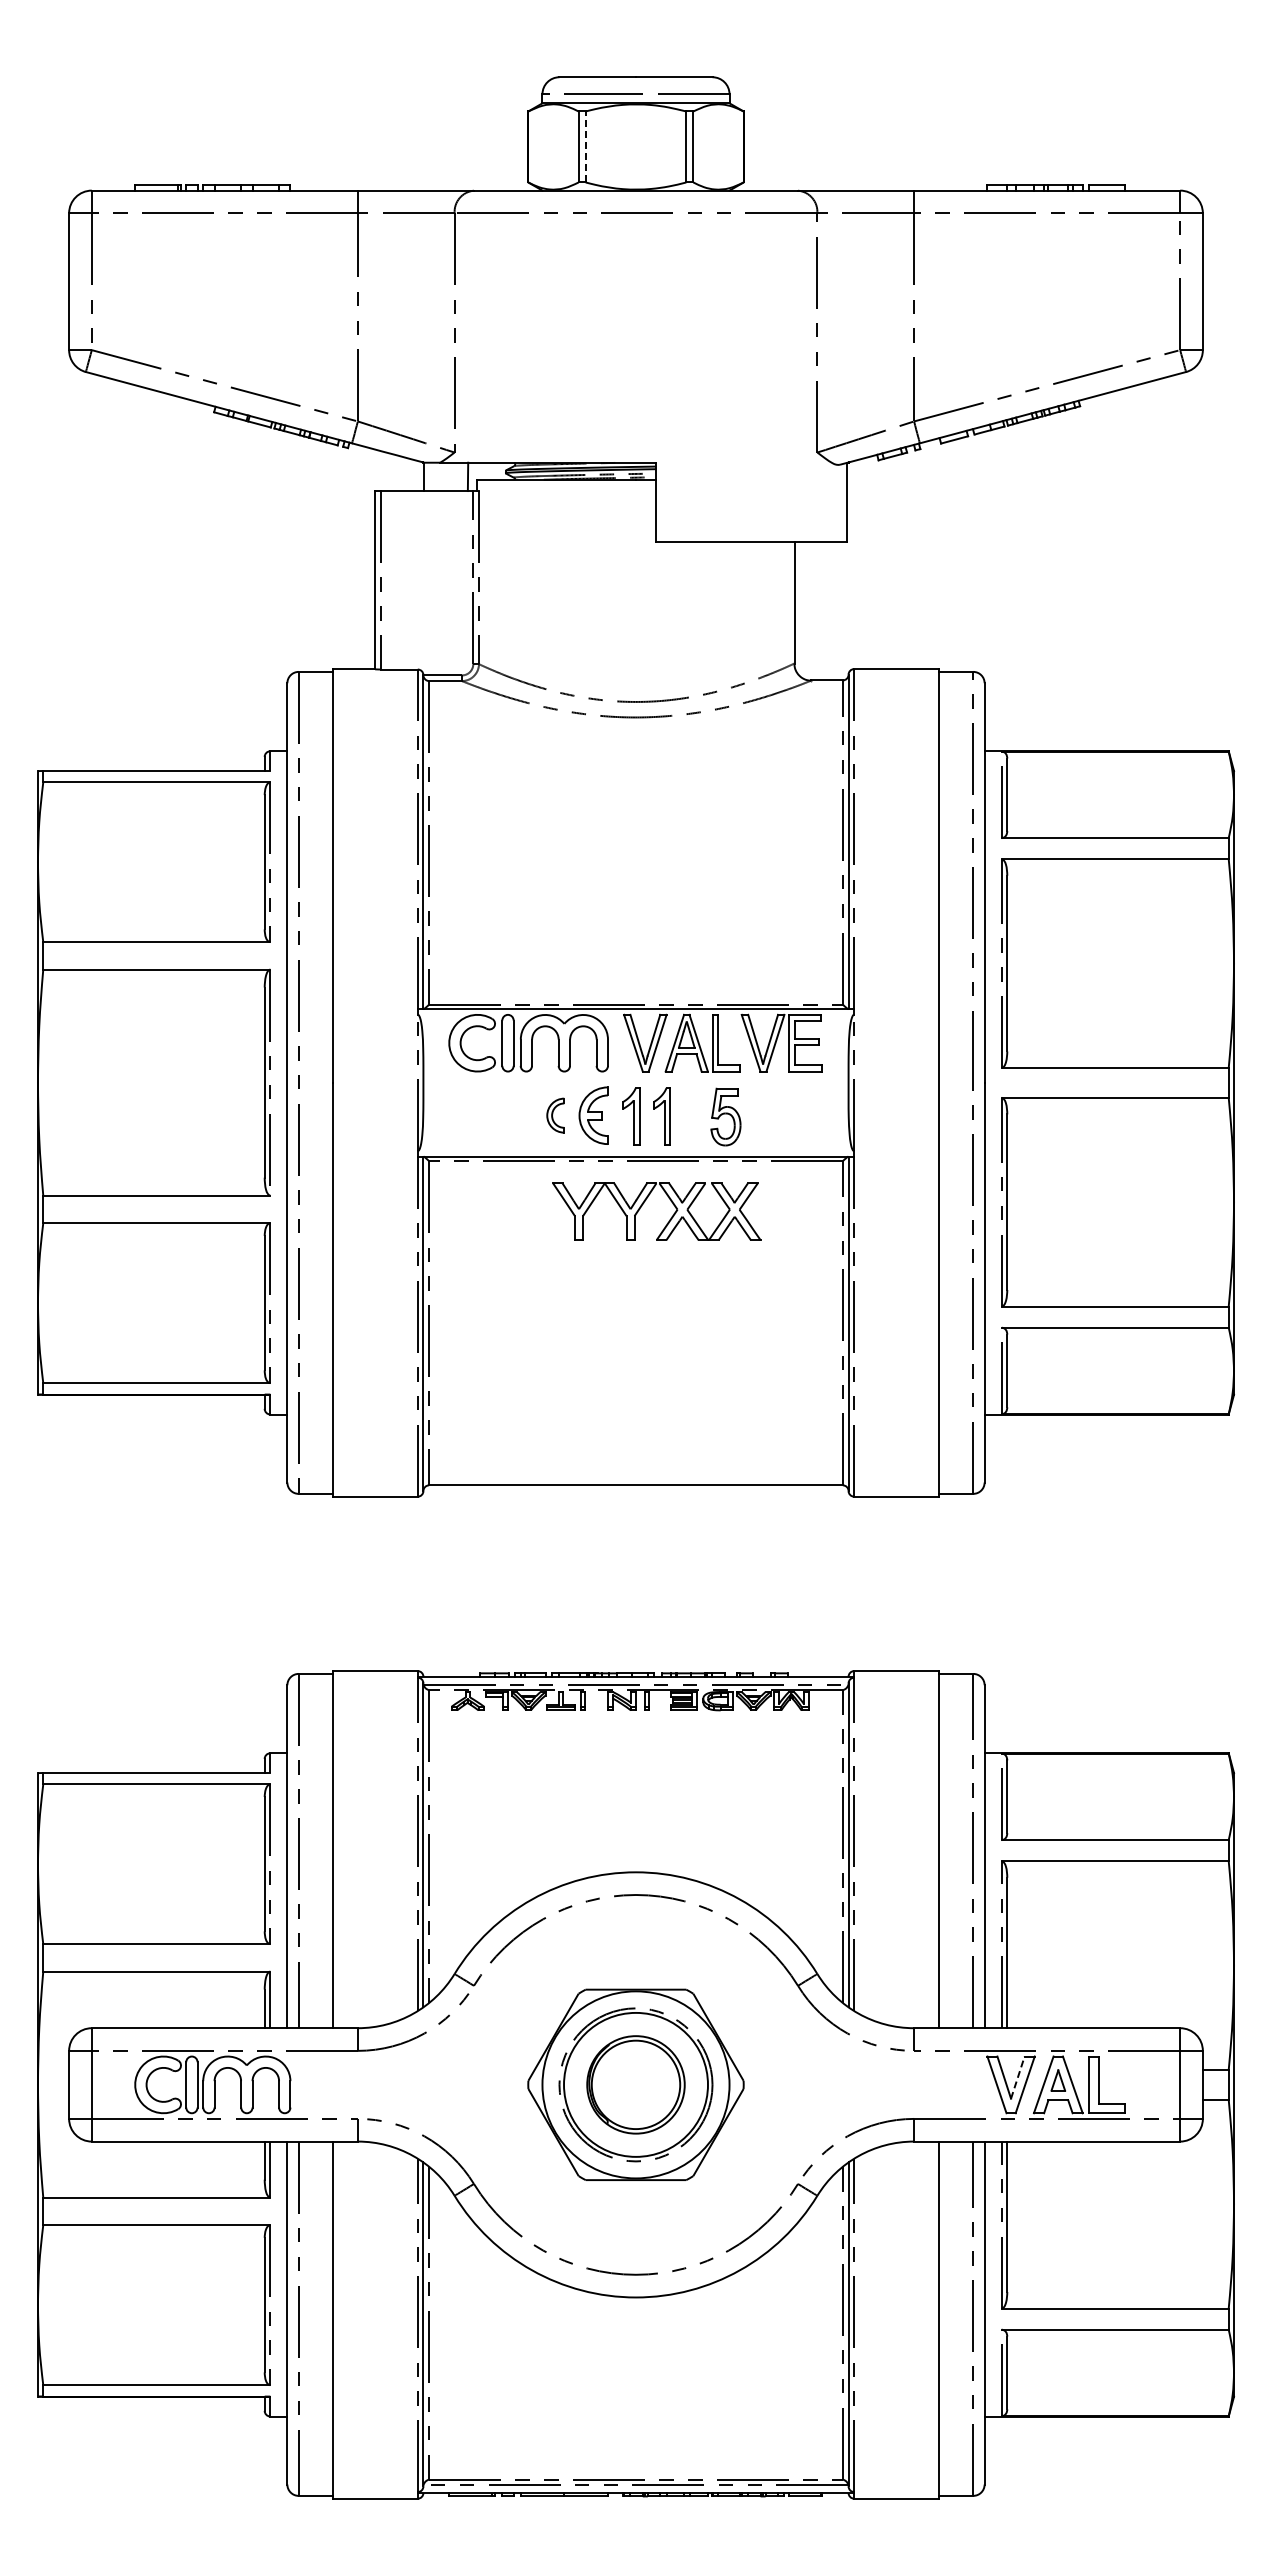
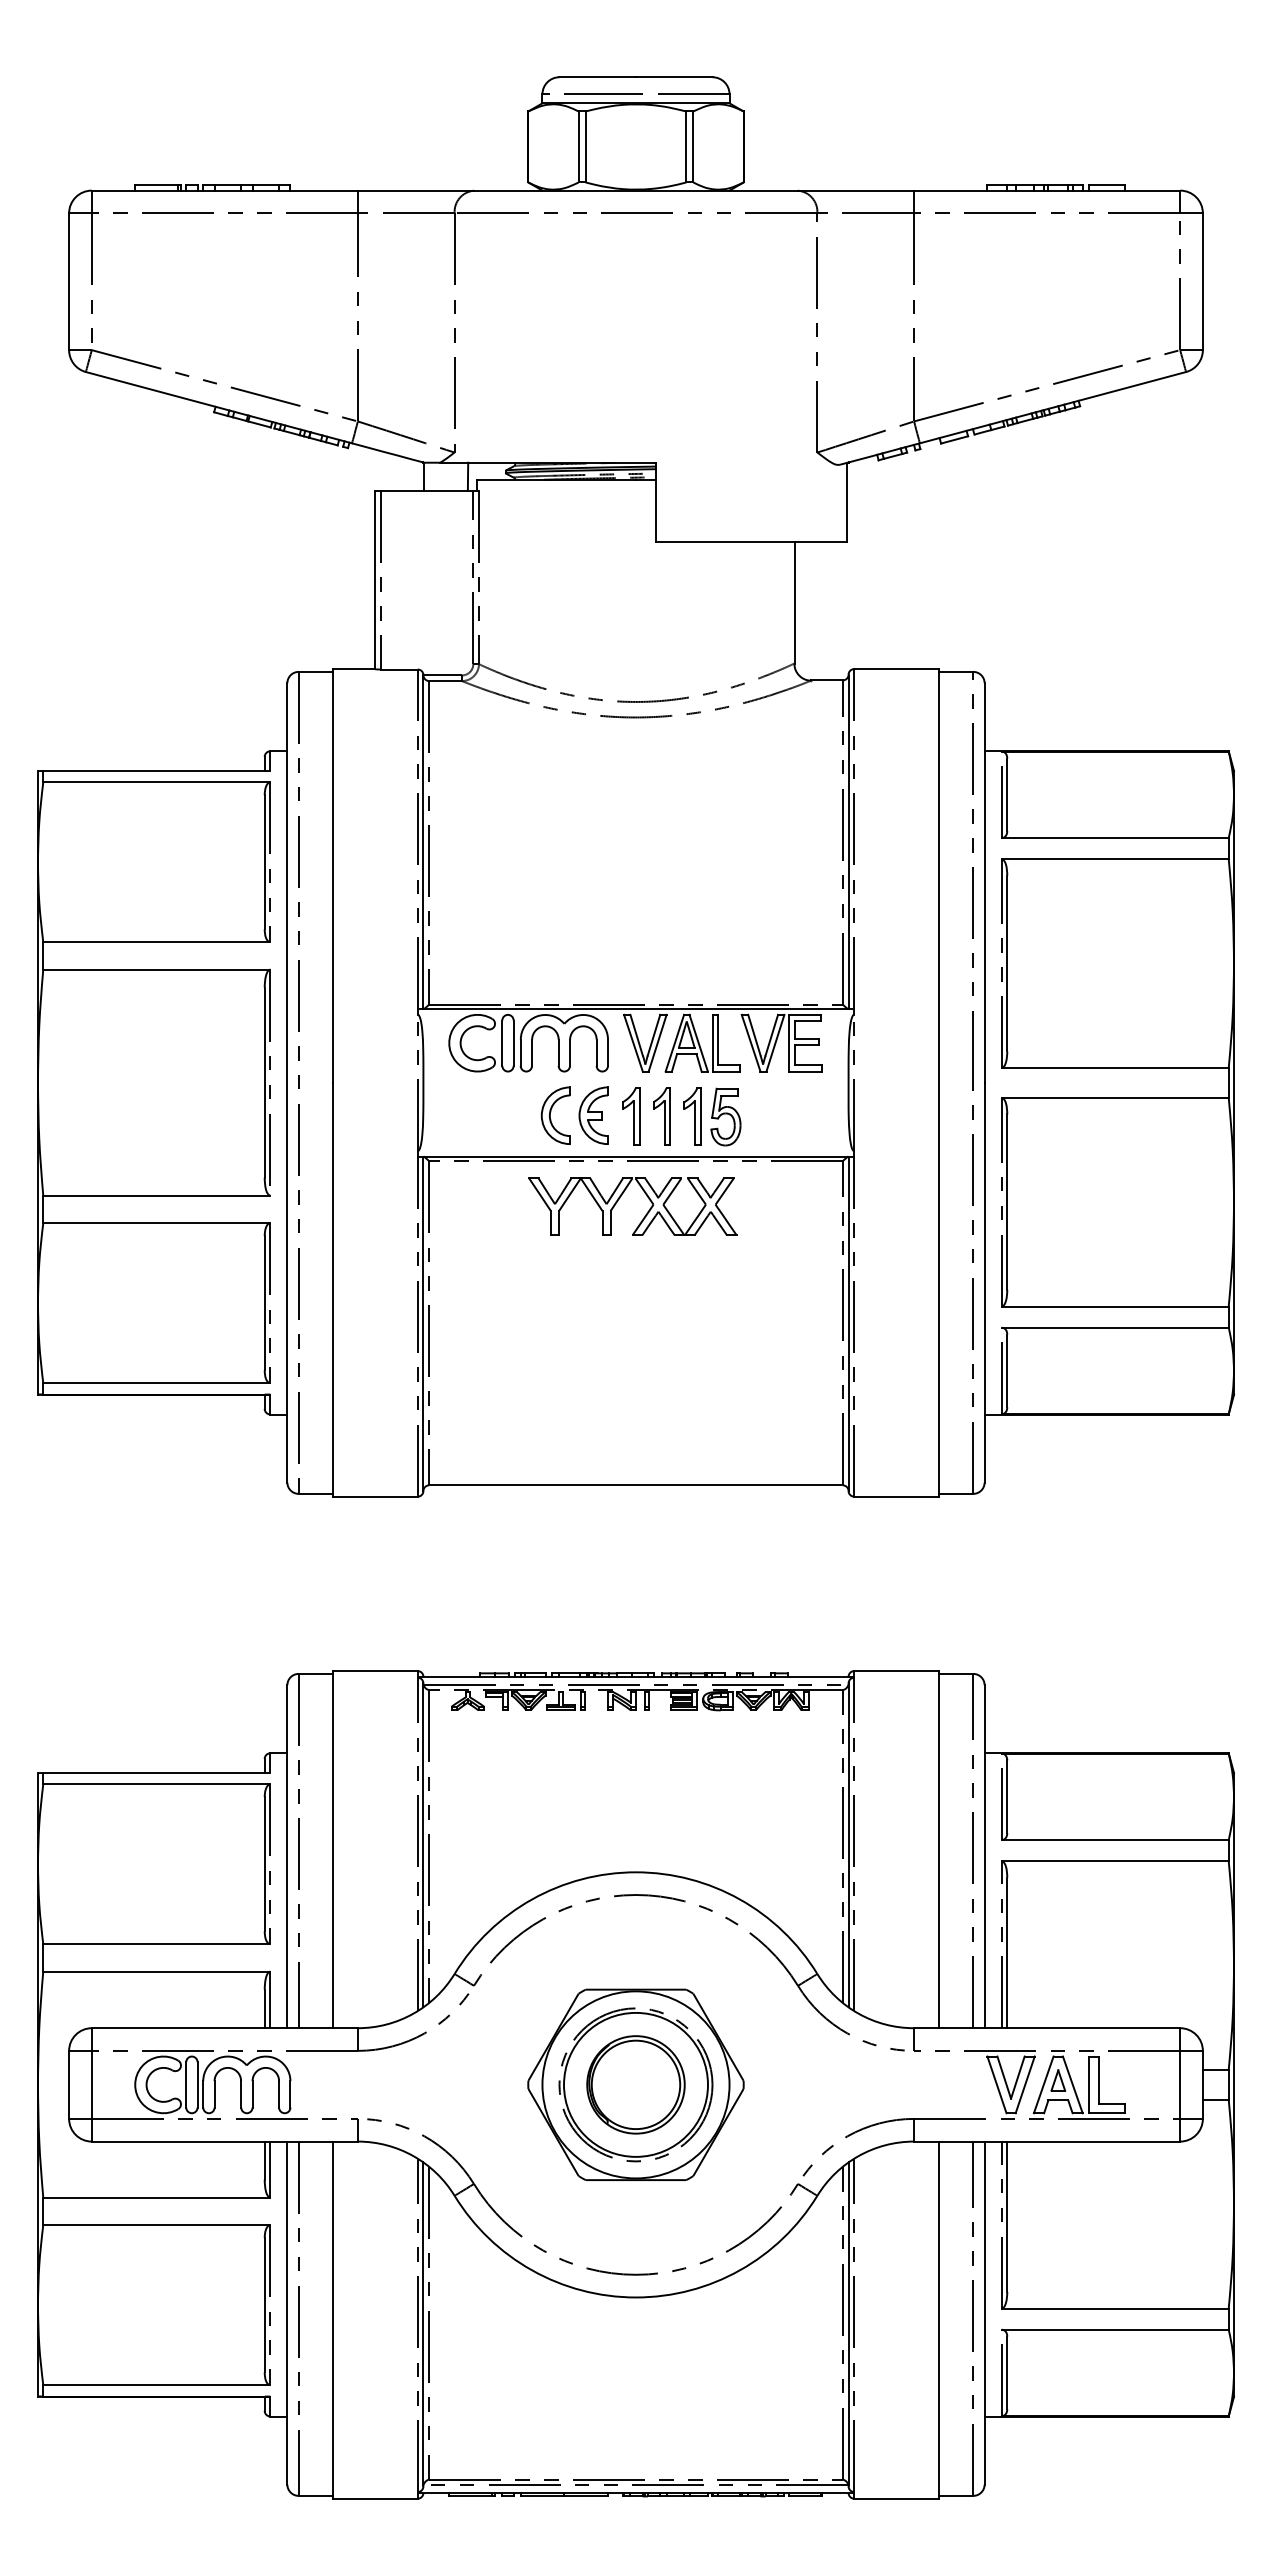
line at (585, 146): dashed -> solid
part at (555, 1115) size: 19x37 px -> 31x59 px
part at (692, 1116): none -> present
part at (644, 1203) position: (644, 1203) -> (620, 1198)
line at (1018, 2077): dashed -> solid
